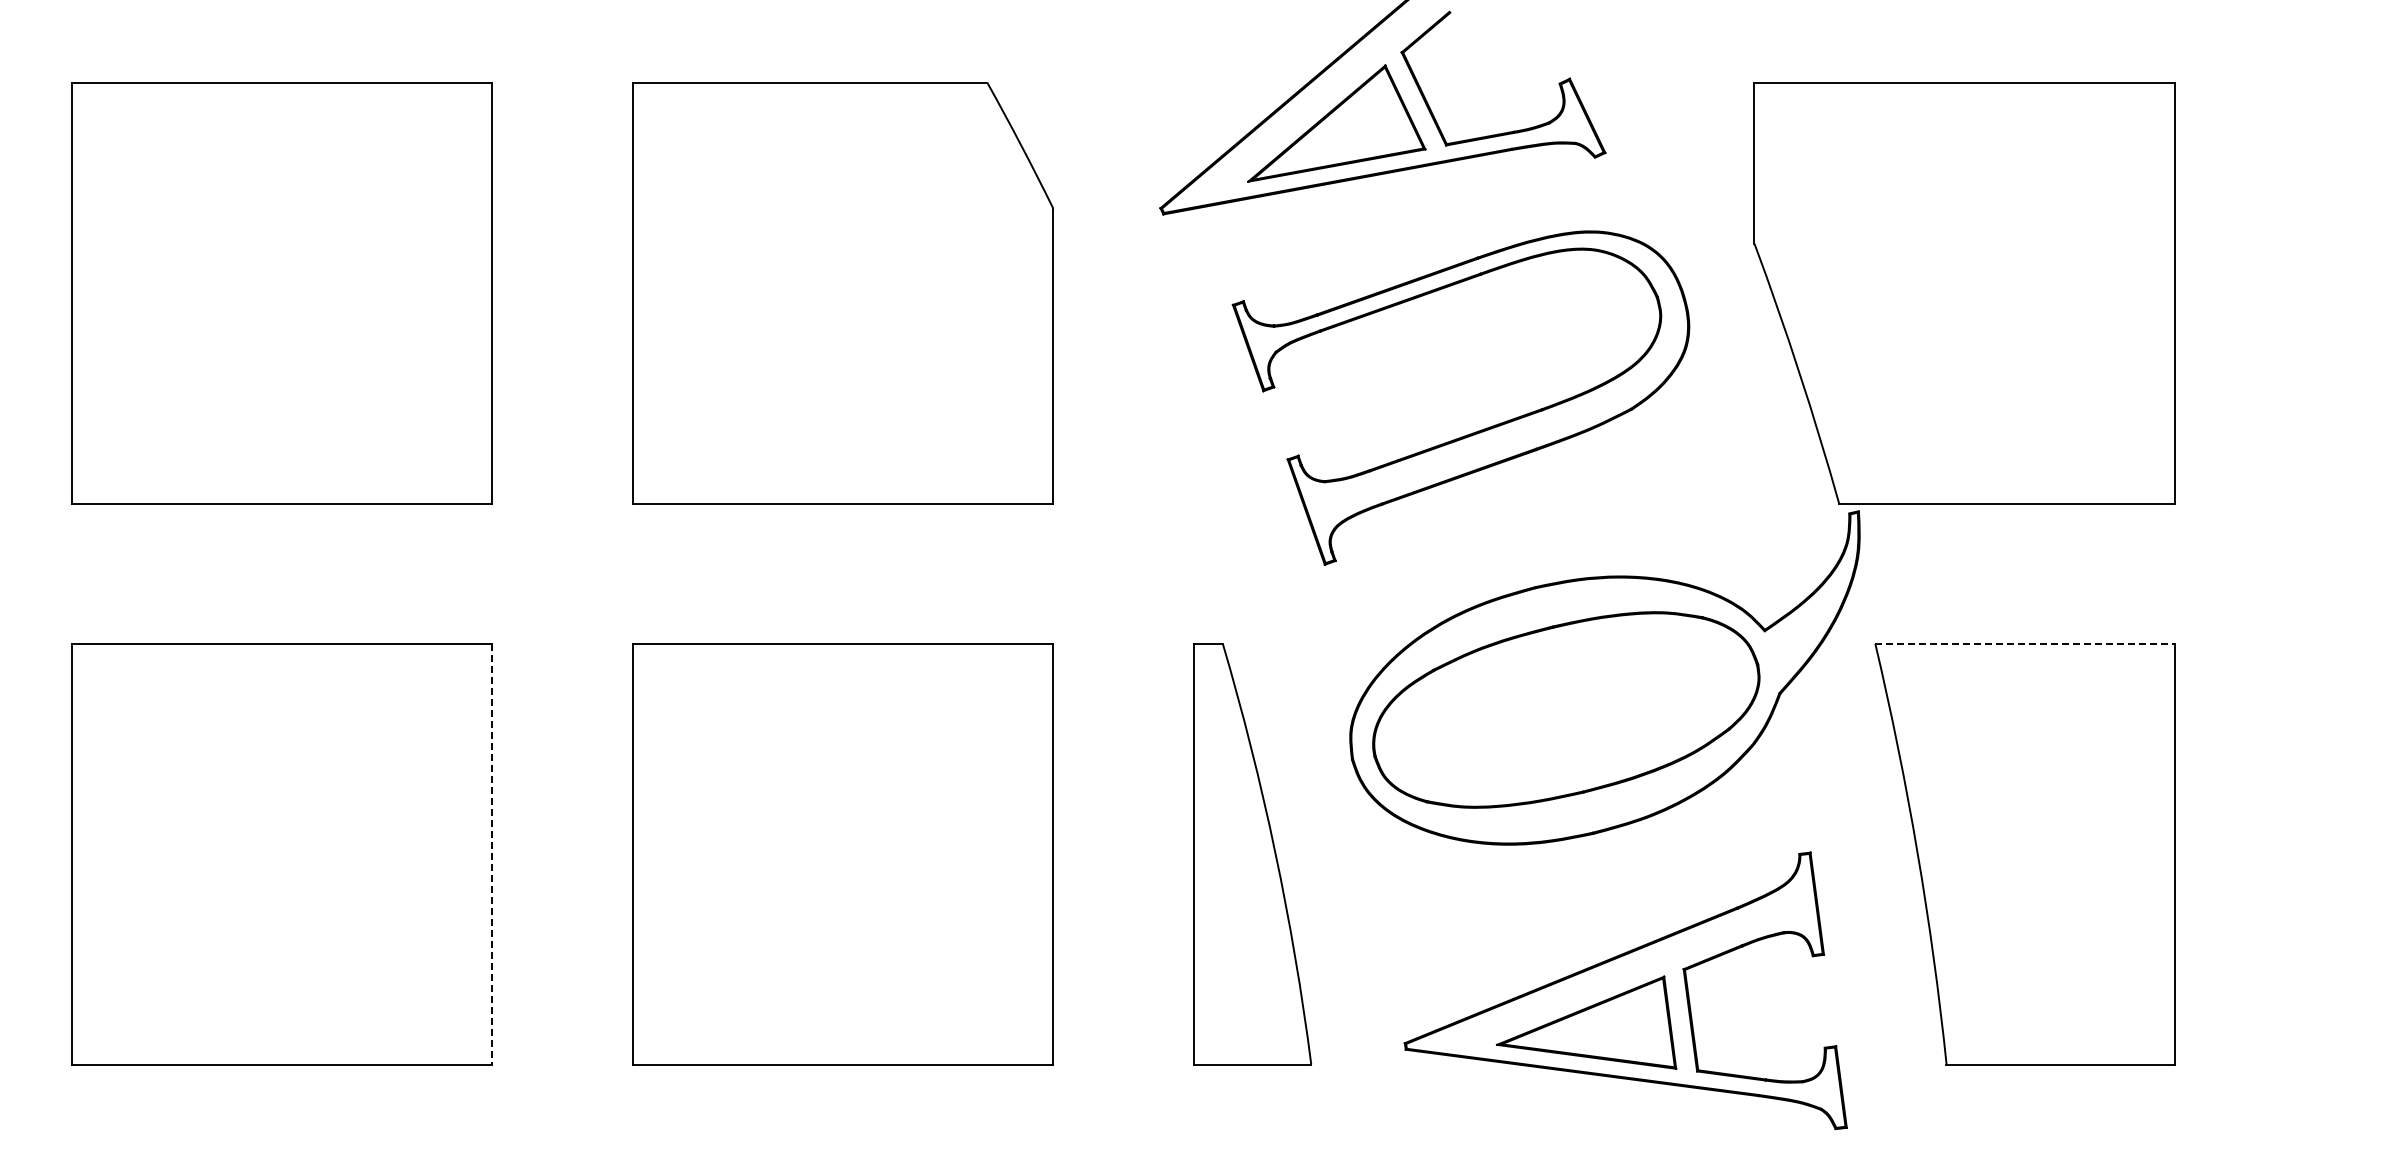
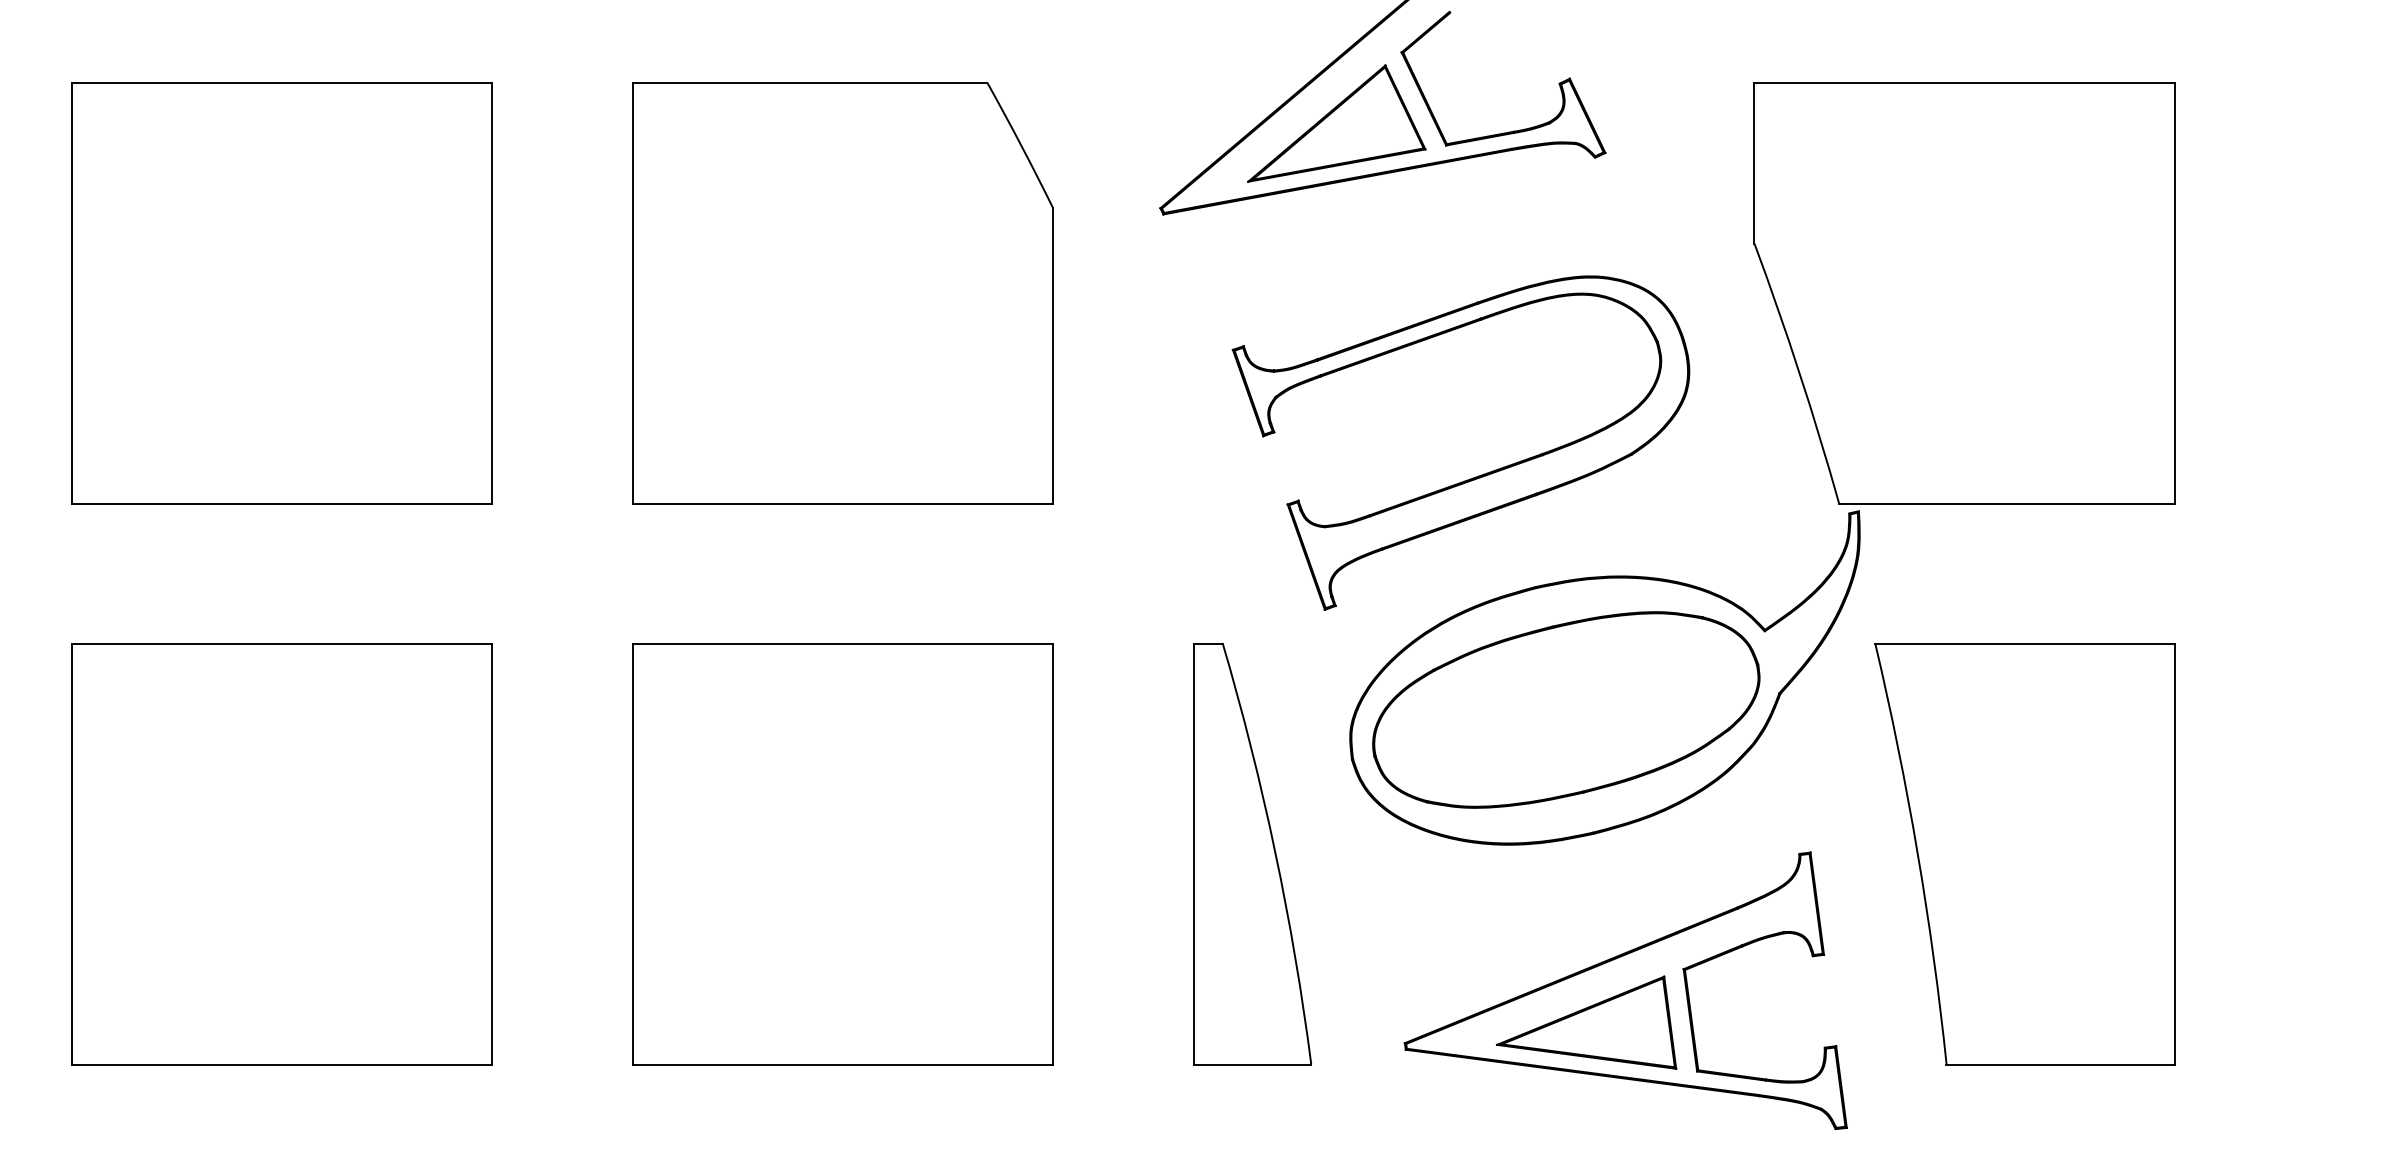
part at (1472, 432) position: (1472, 432) -> (1472, 477)
line at (2025, 643): dashed -> solid
line at (492, 854): dashed -> solid
